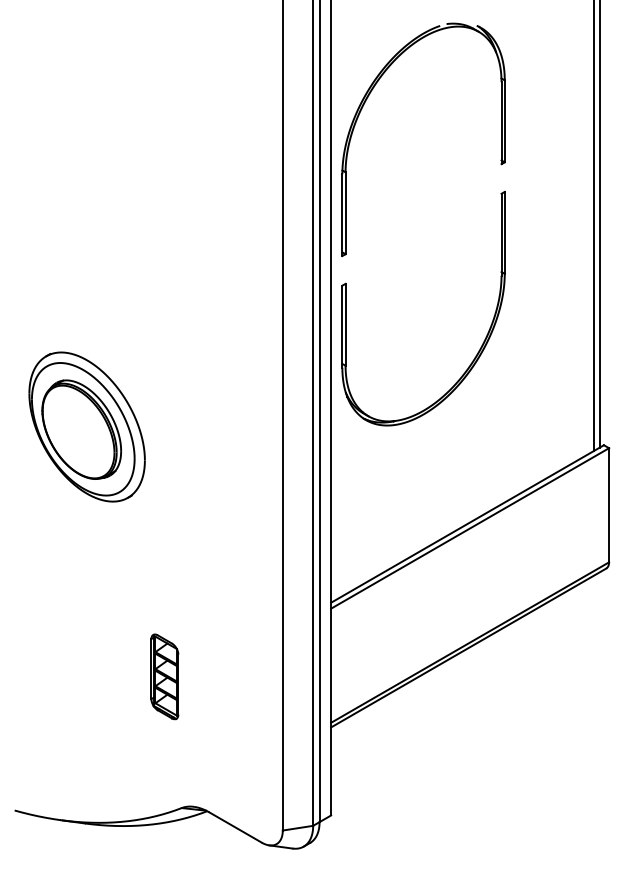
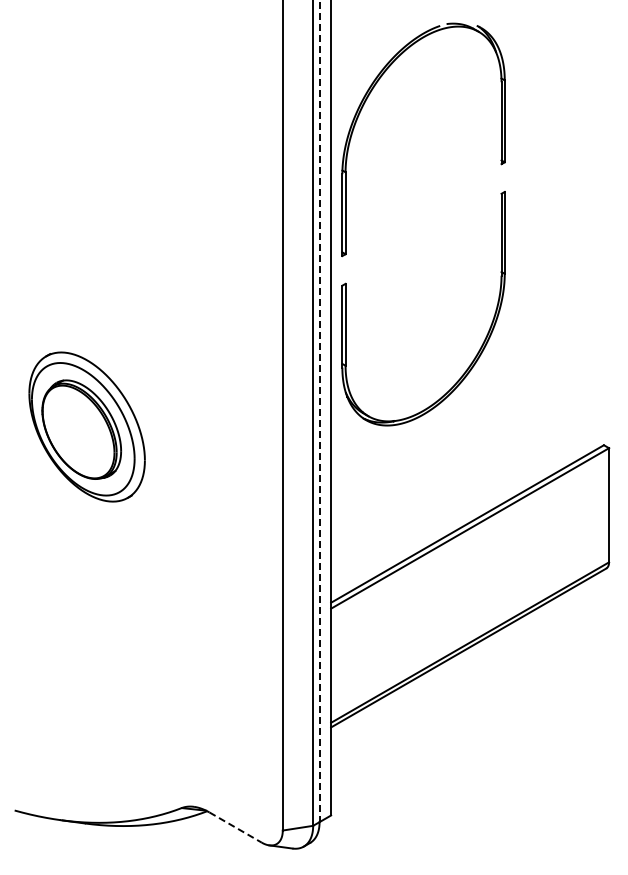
line at (599, 224): present -> none
line at (593, 226): present -> none
line at (319, 411): solid -> dashed
part at (164, 676): present -> none
line at (236, 827): solid -> dashed
